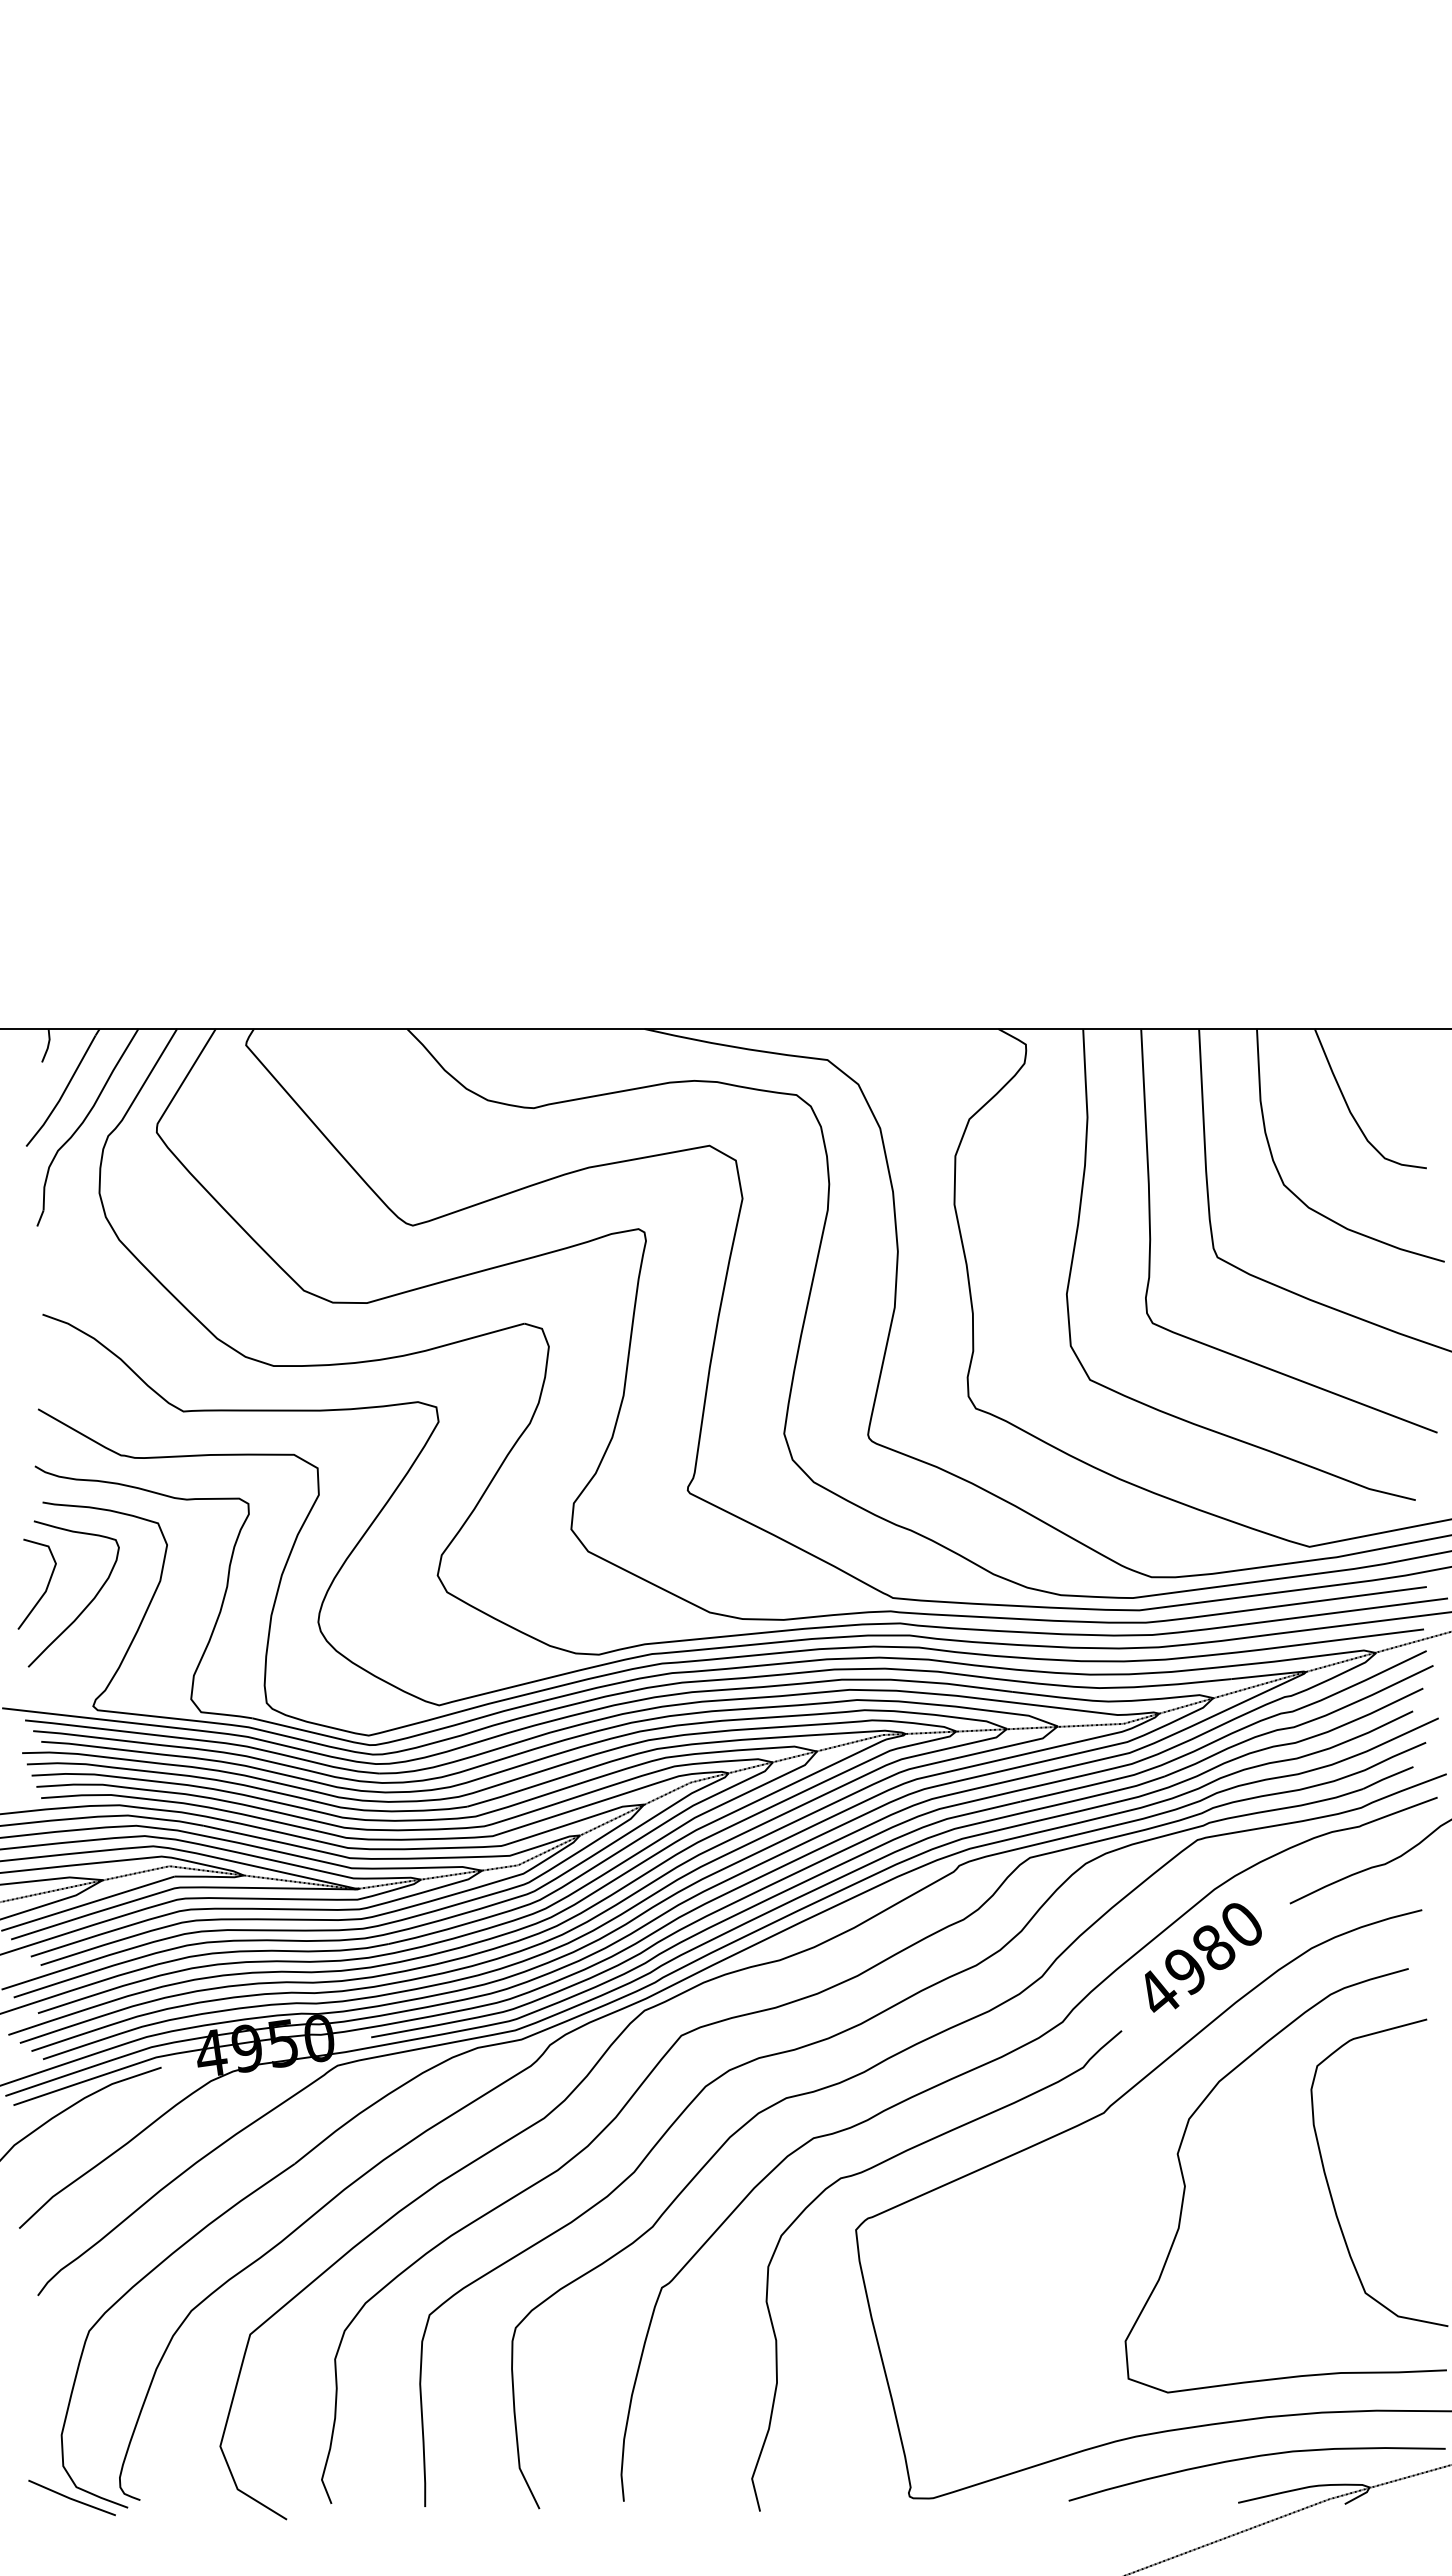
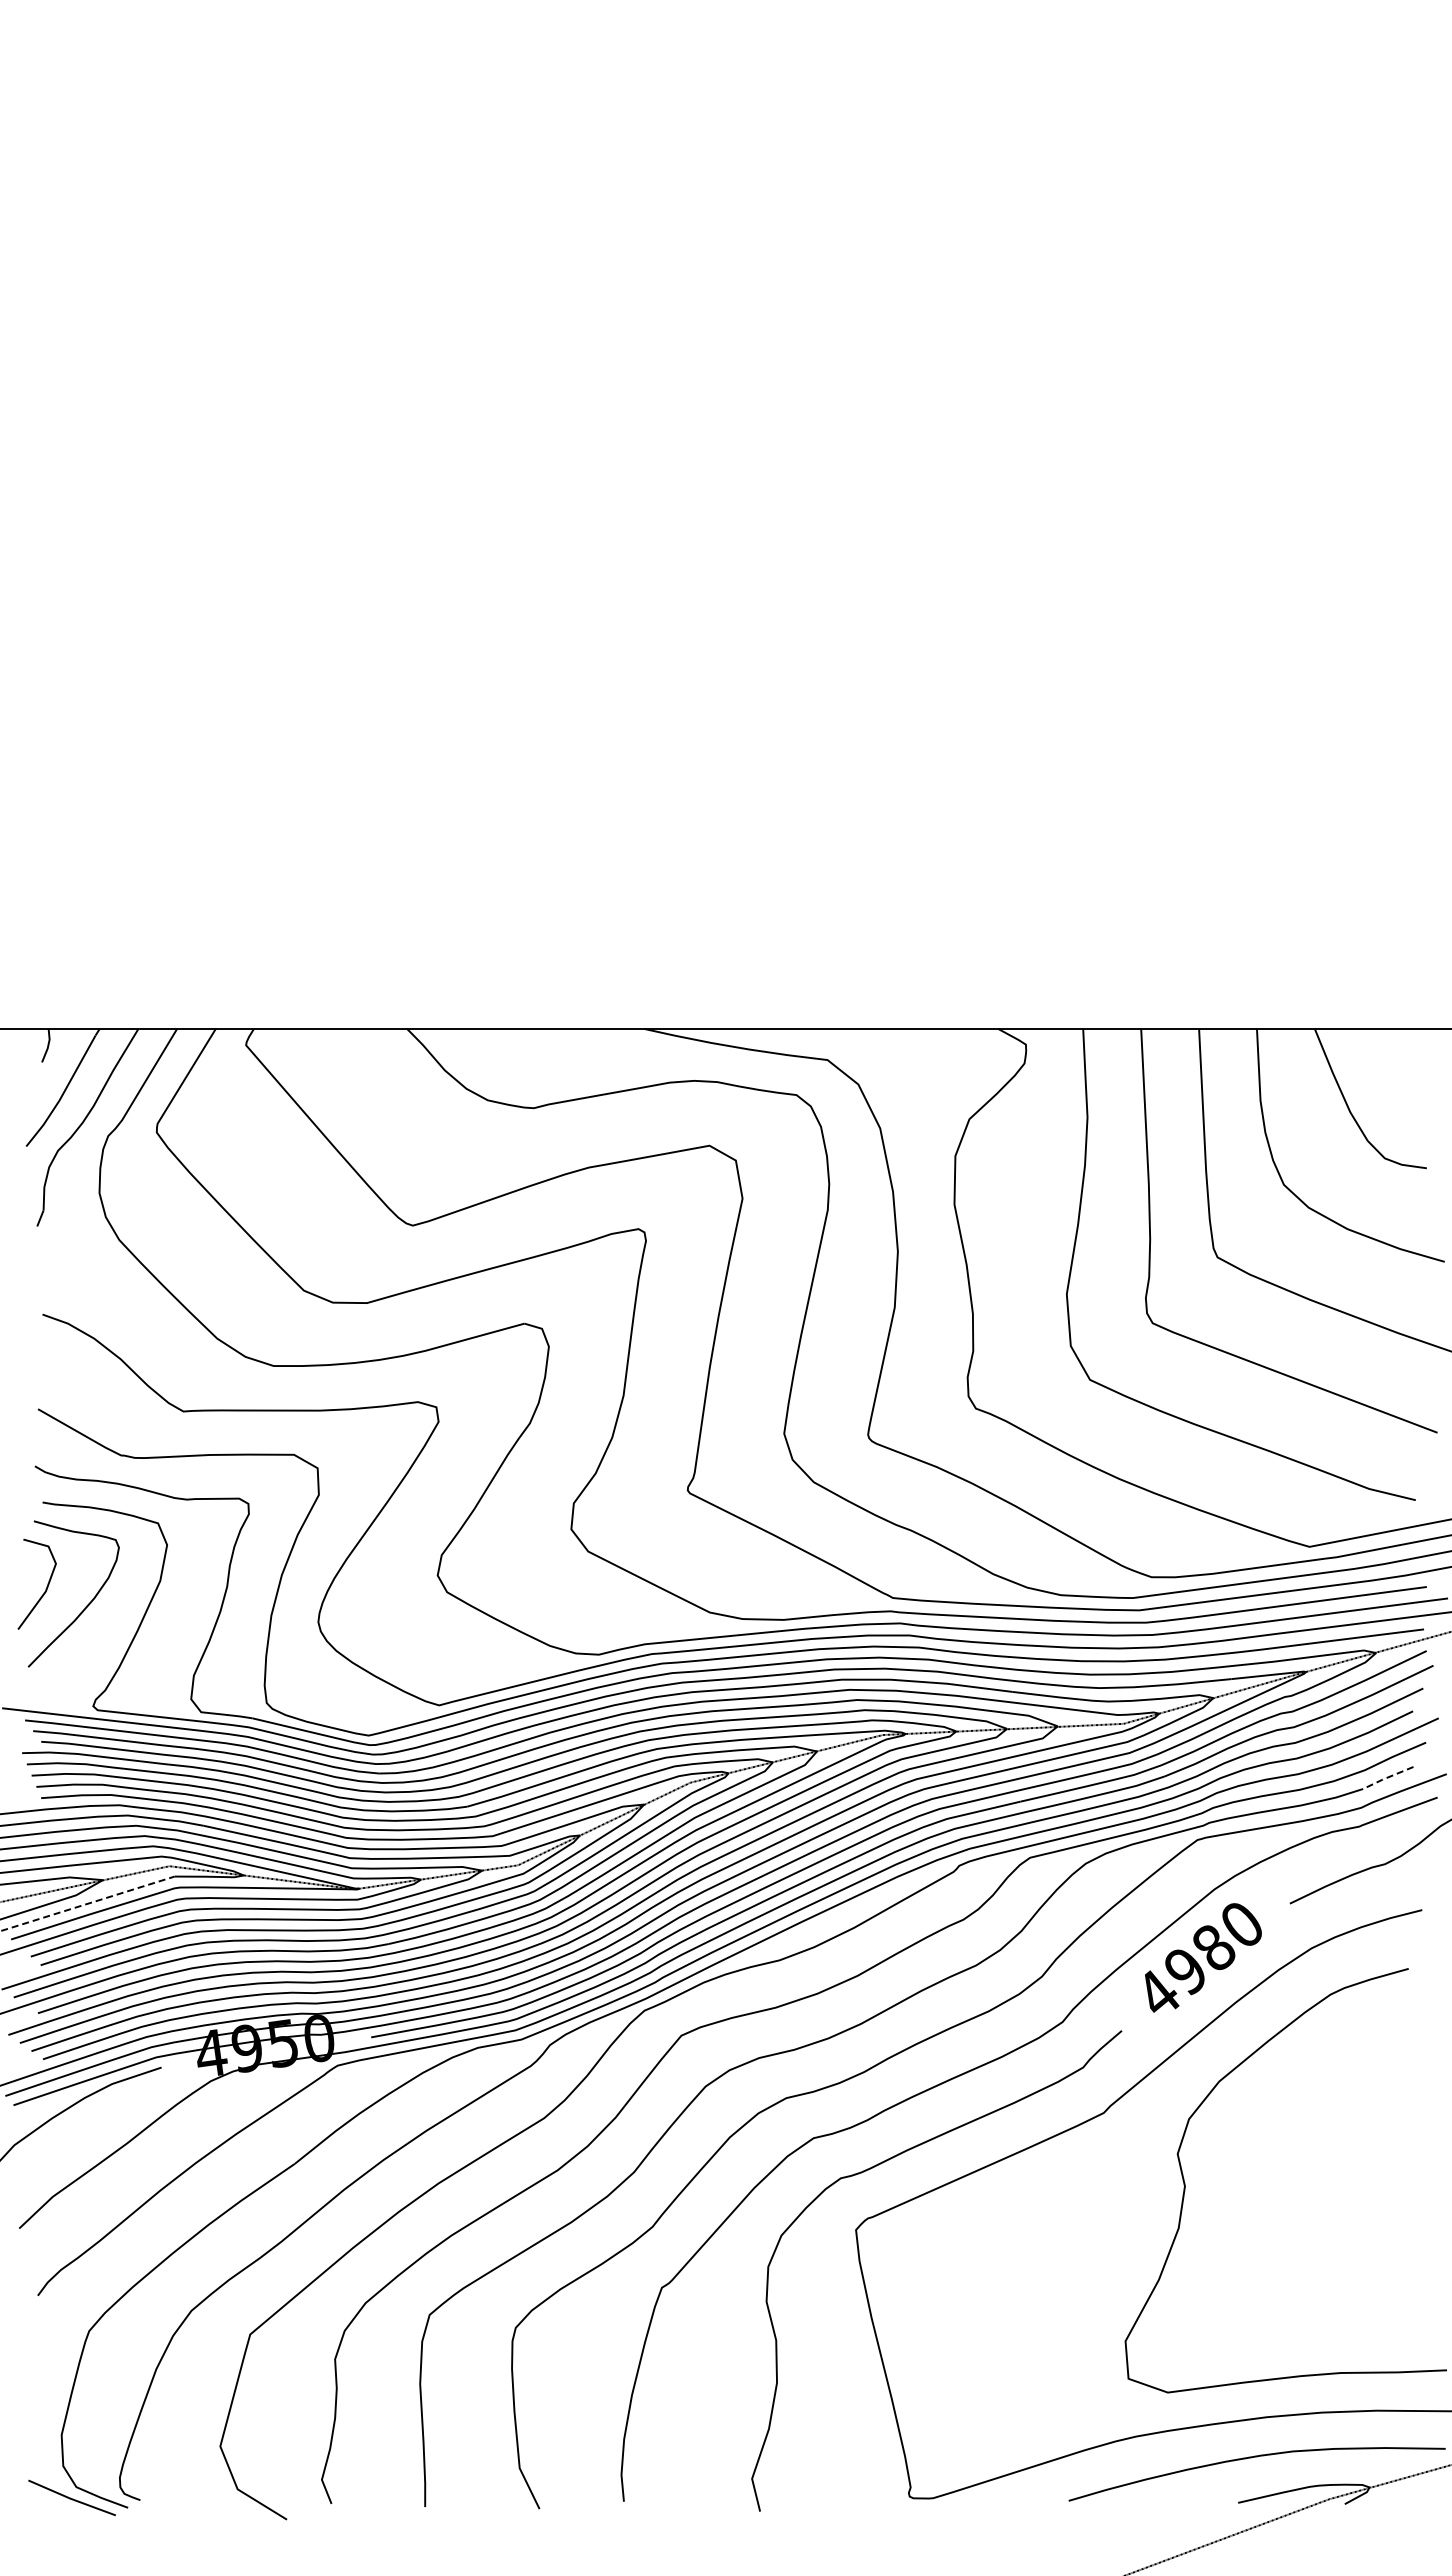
line at (1387, 1777): solid -> dashed
line at (87, 1903): solid -> dashed
curve at (1329, 2185): present -> none
